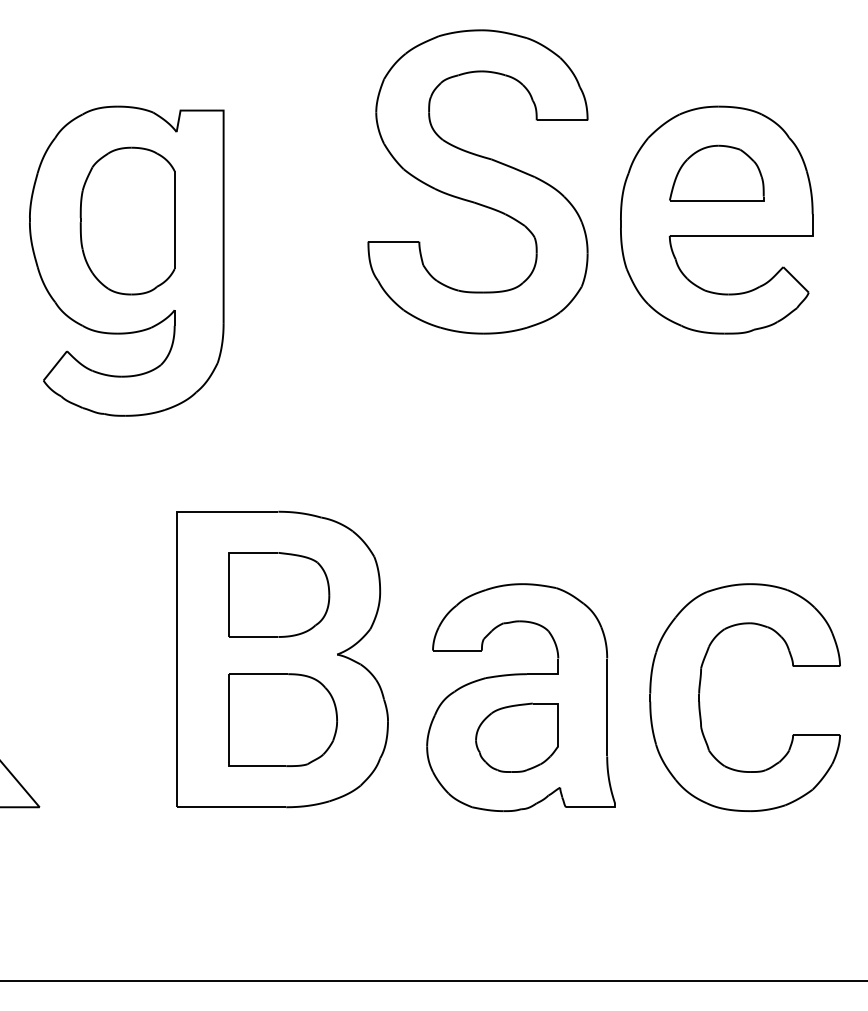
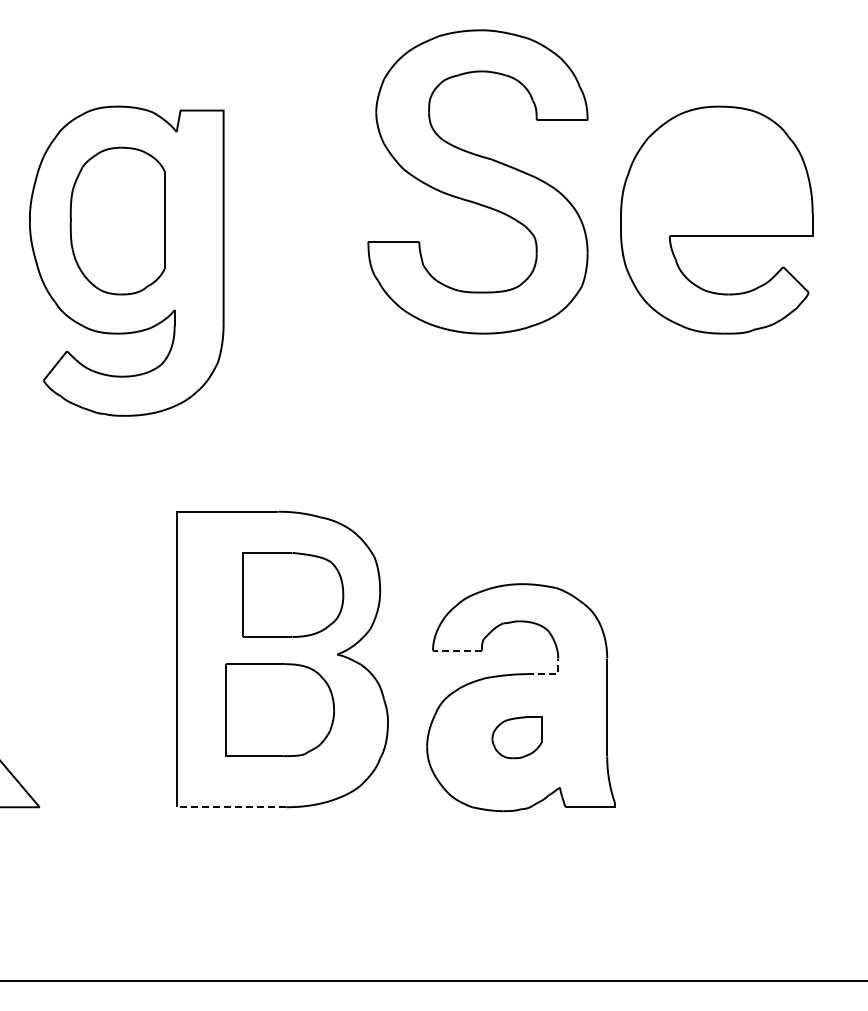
part at (716, 172): present -> none
part at (127, 220) position: (127, 220) -> (117, 220)
part at (279, 594) position: (279, 594) -> (293, 594)
line at (456, 650): solid -> dashed
line at (551, 674): solid -> dashed
part at (700, 692): present -> none
part at (282, 719) position: (282, 719) -> (279, 709)
part at (516, 737) size: 84x71 px -> 52x44 px
line at (231, 807): solid -> dashed
